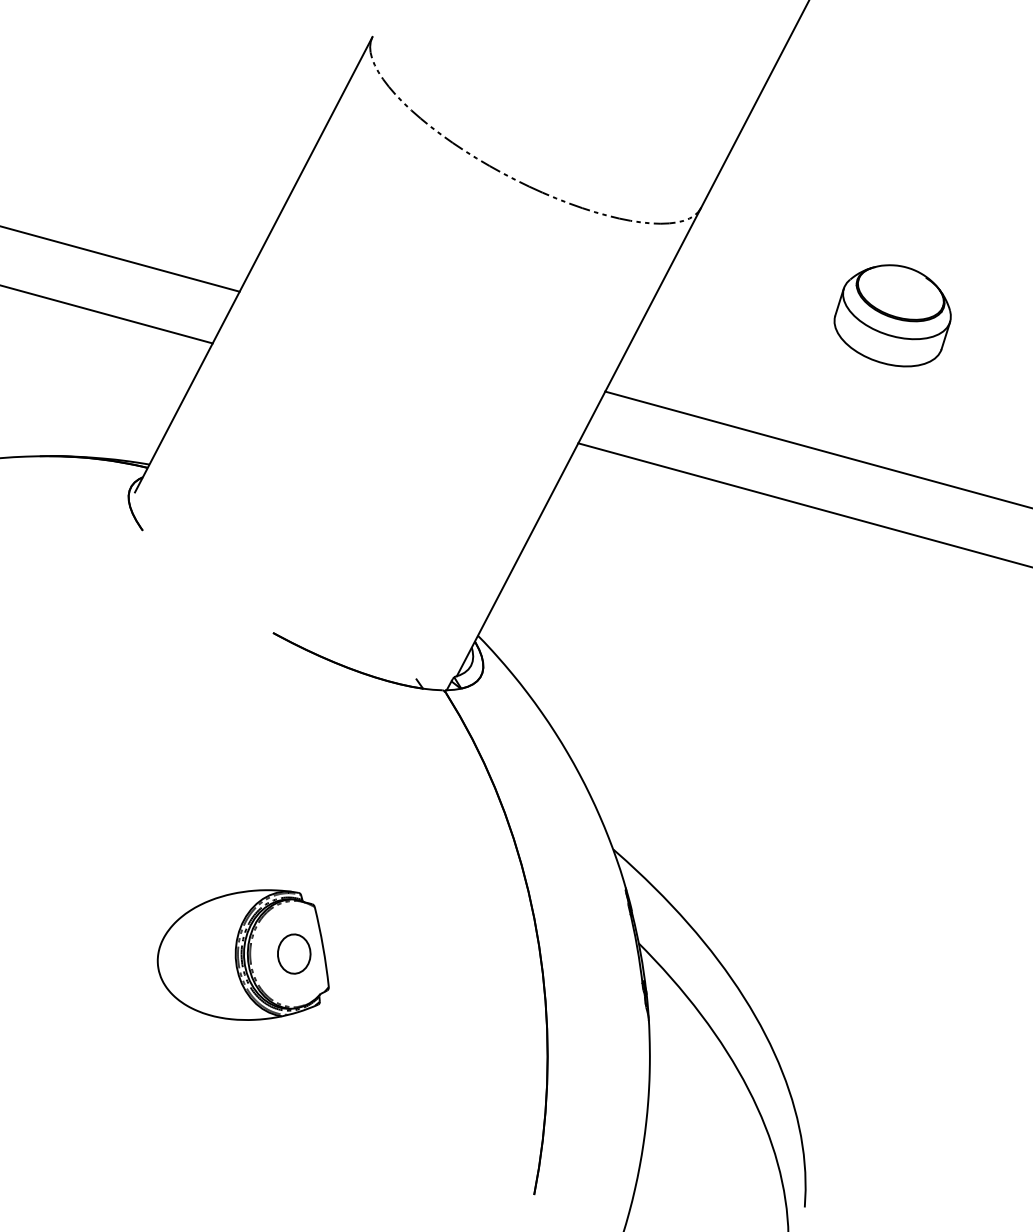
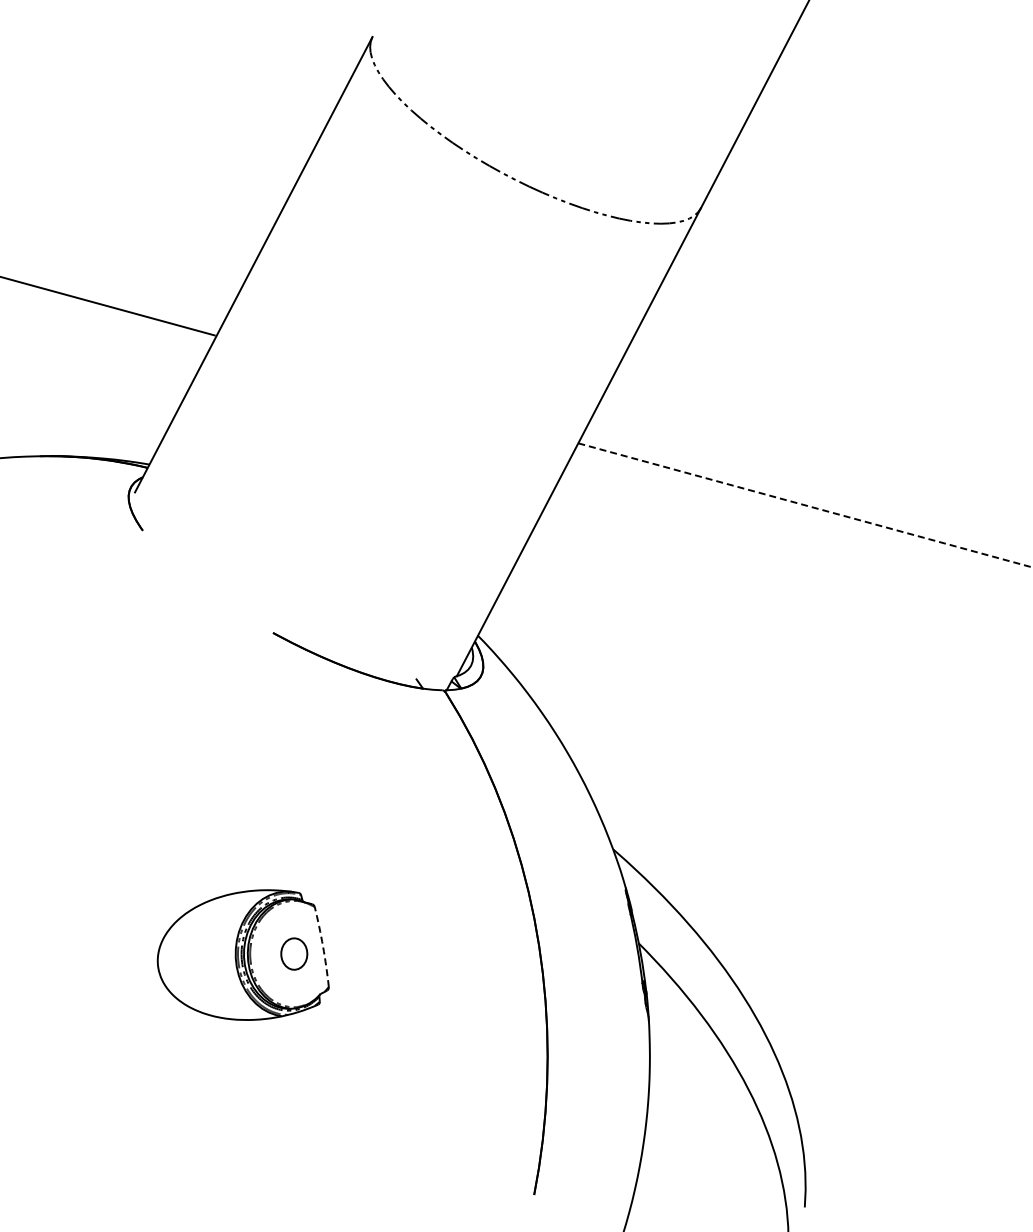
line at (120, 258): present -> none
line at (107, 314) position: (107, 314) -> (108, 306)
part at (892, 315): present -> none
line at (817, 449): present -> none
line at (805, 505): solid -> dashed
arc at (323, 946): solid -> dashed
part at (294, 953) size: 35x42 px -> 29x34 px
